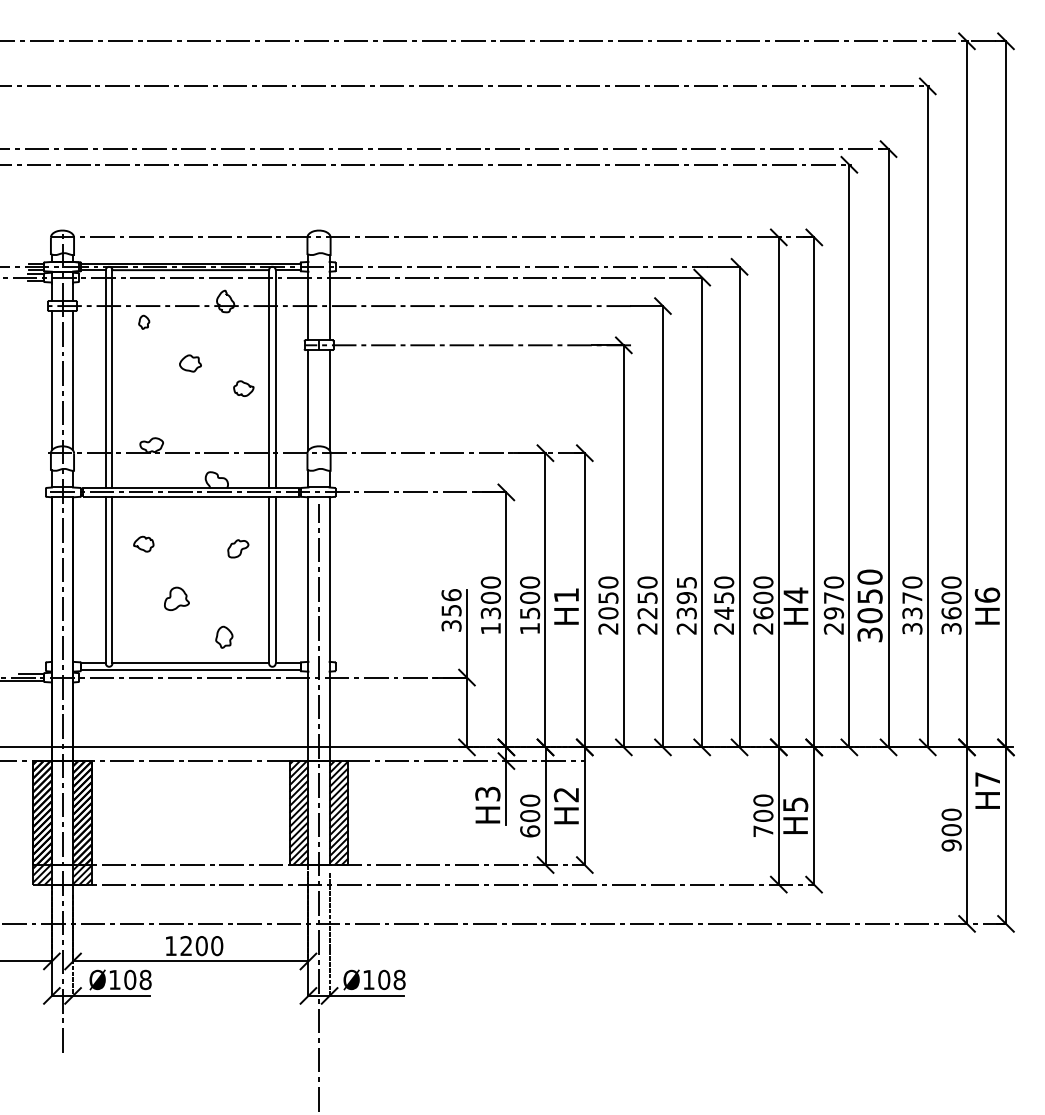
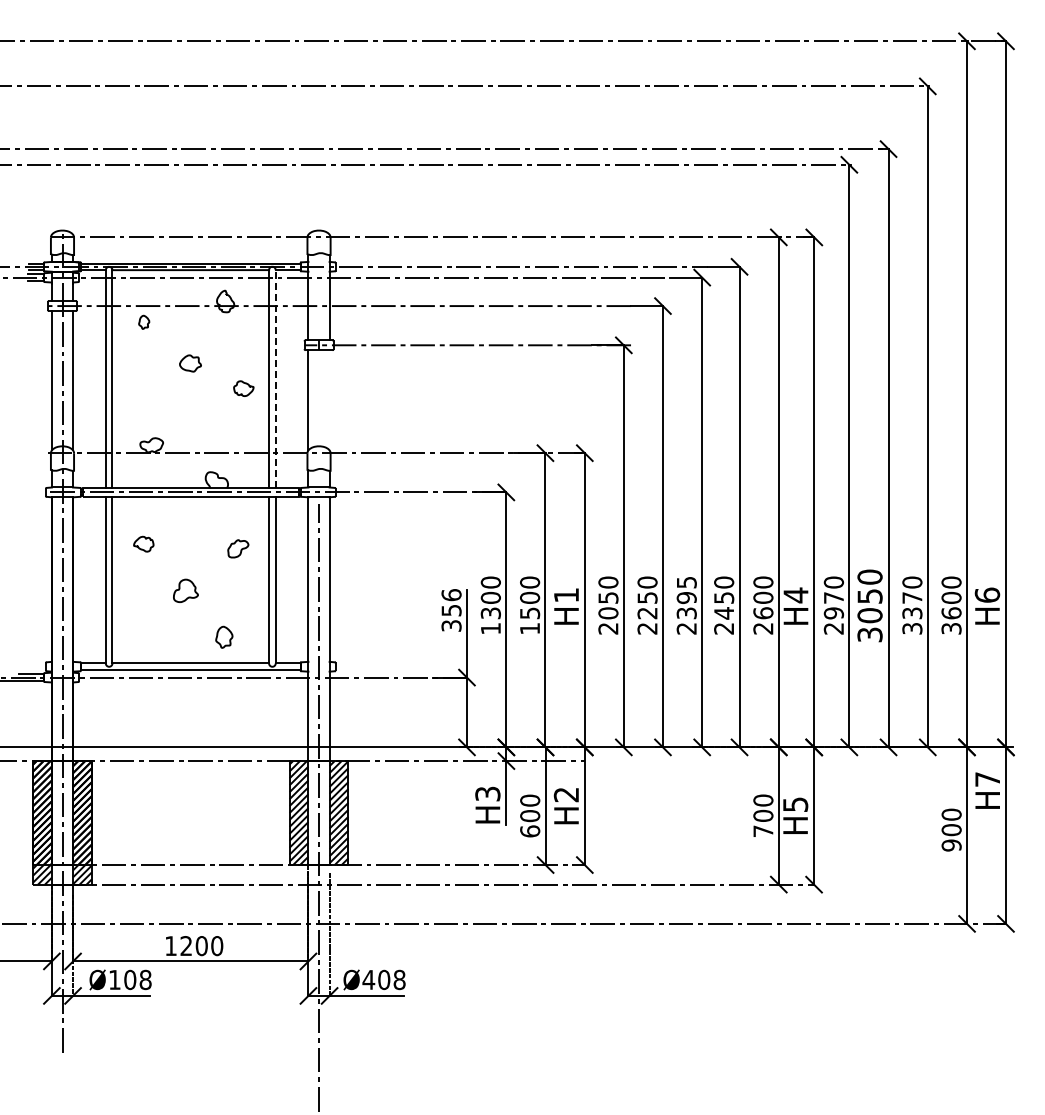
line at (275, 378): solid -> dashed
line at (329, 400): present -> none
part at (176, 598) position: (176, 598) -> (185, 590)
text at (368, 979): Ø108 -> Ø408
